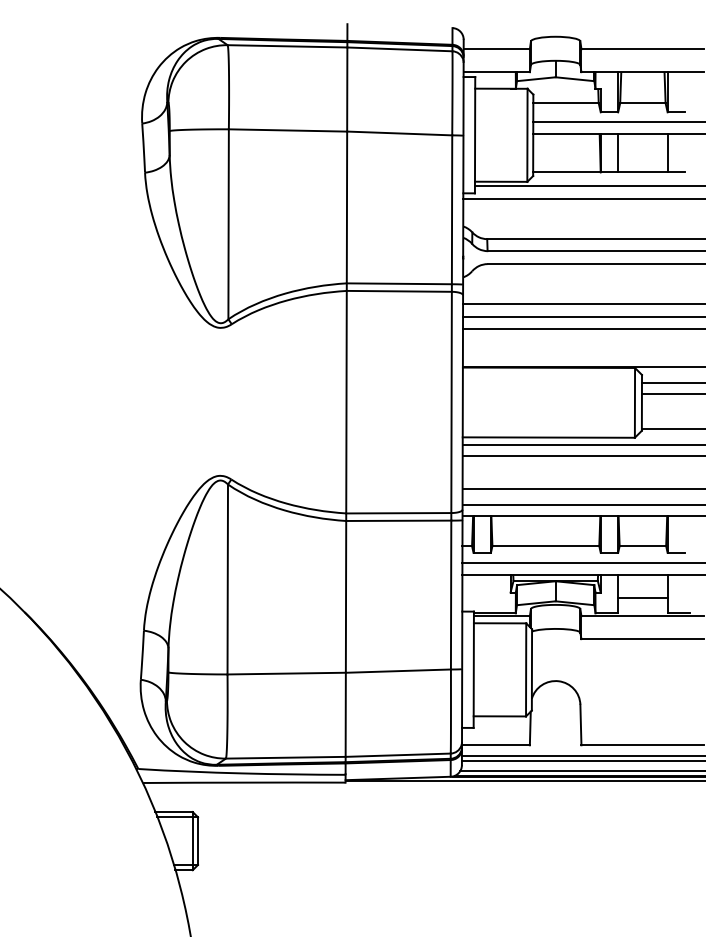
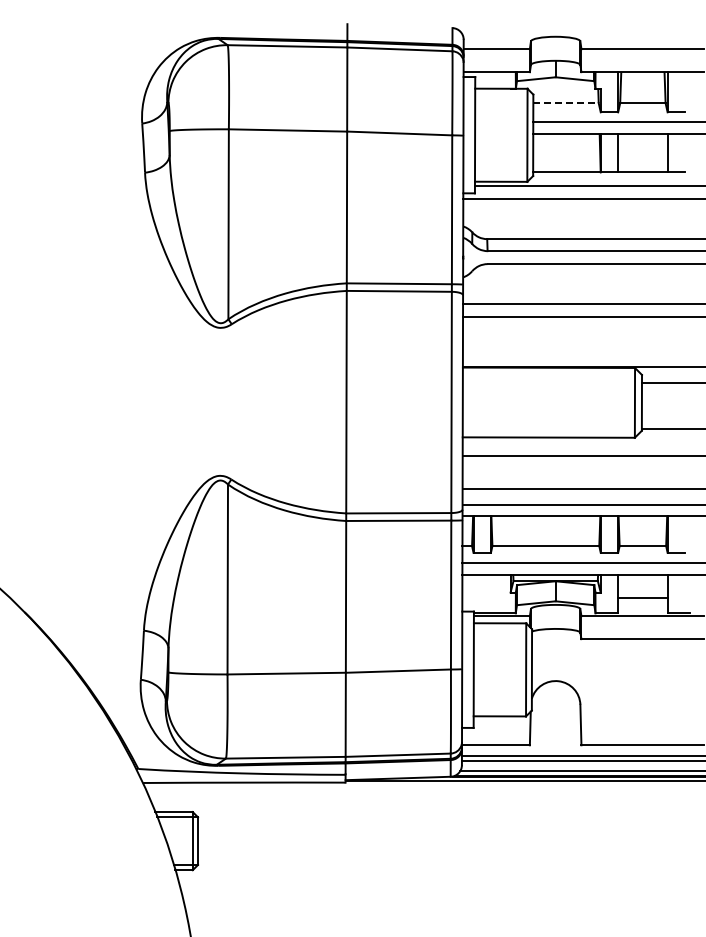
line at (566, 103): solid -> dashed
line at (582, 329): present -> none
line at (671, 394): present -> none
line at (582, 444): present -> none
